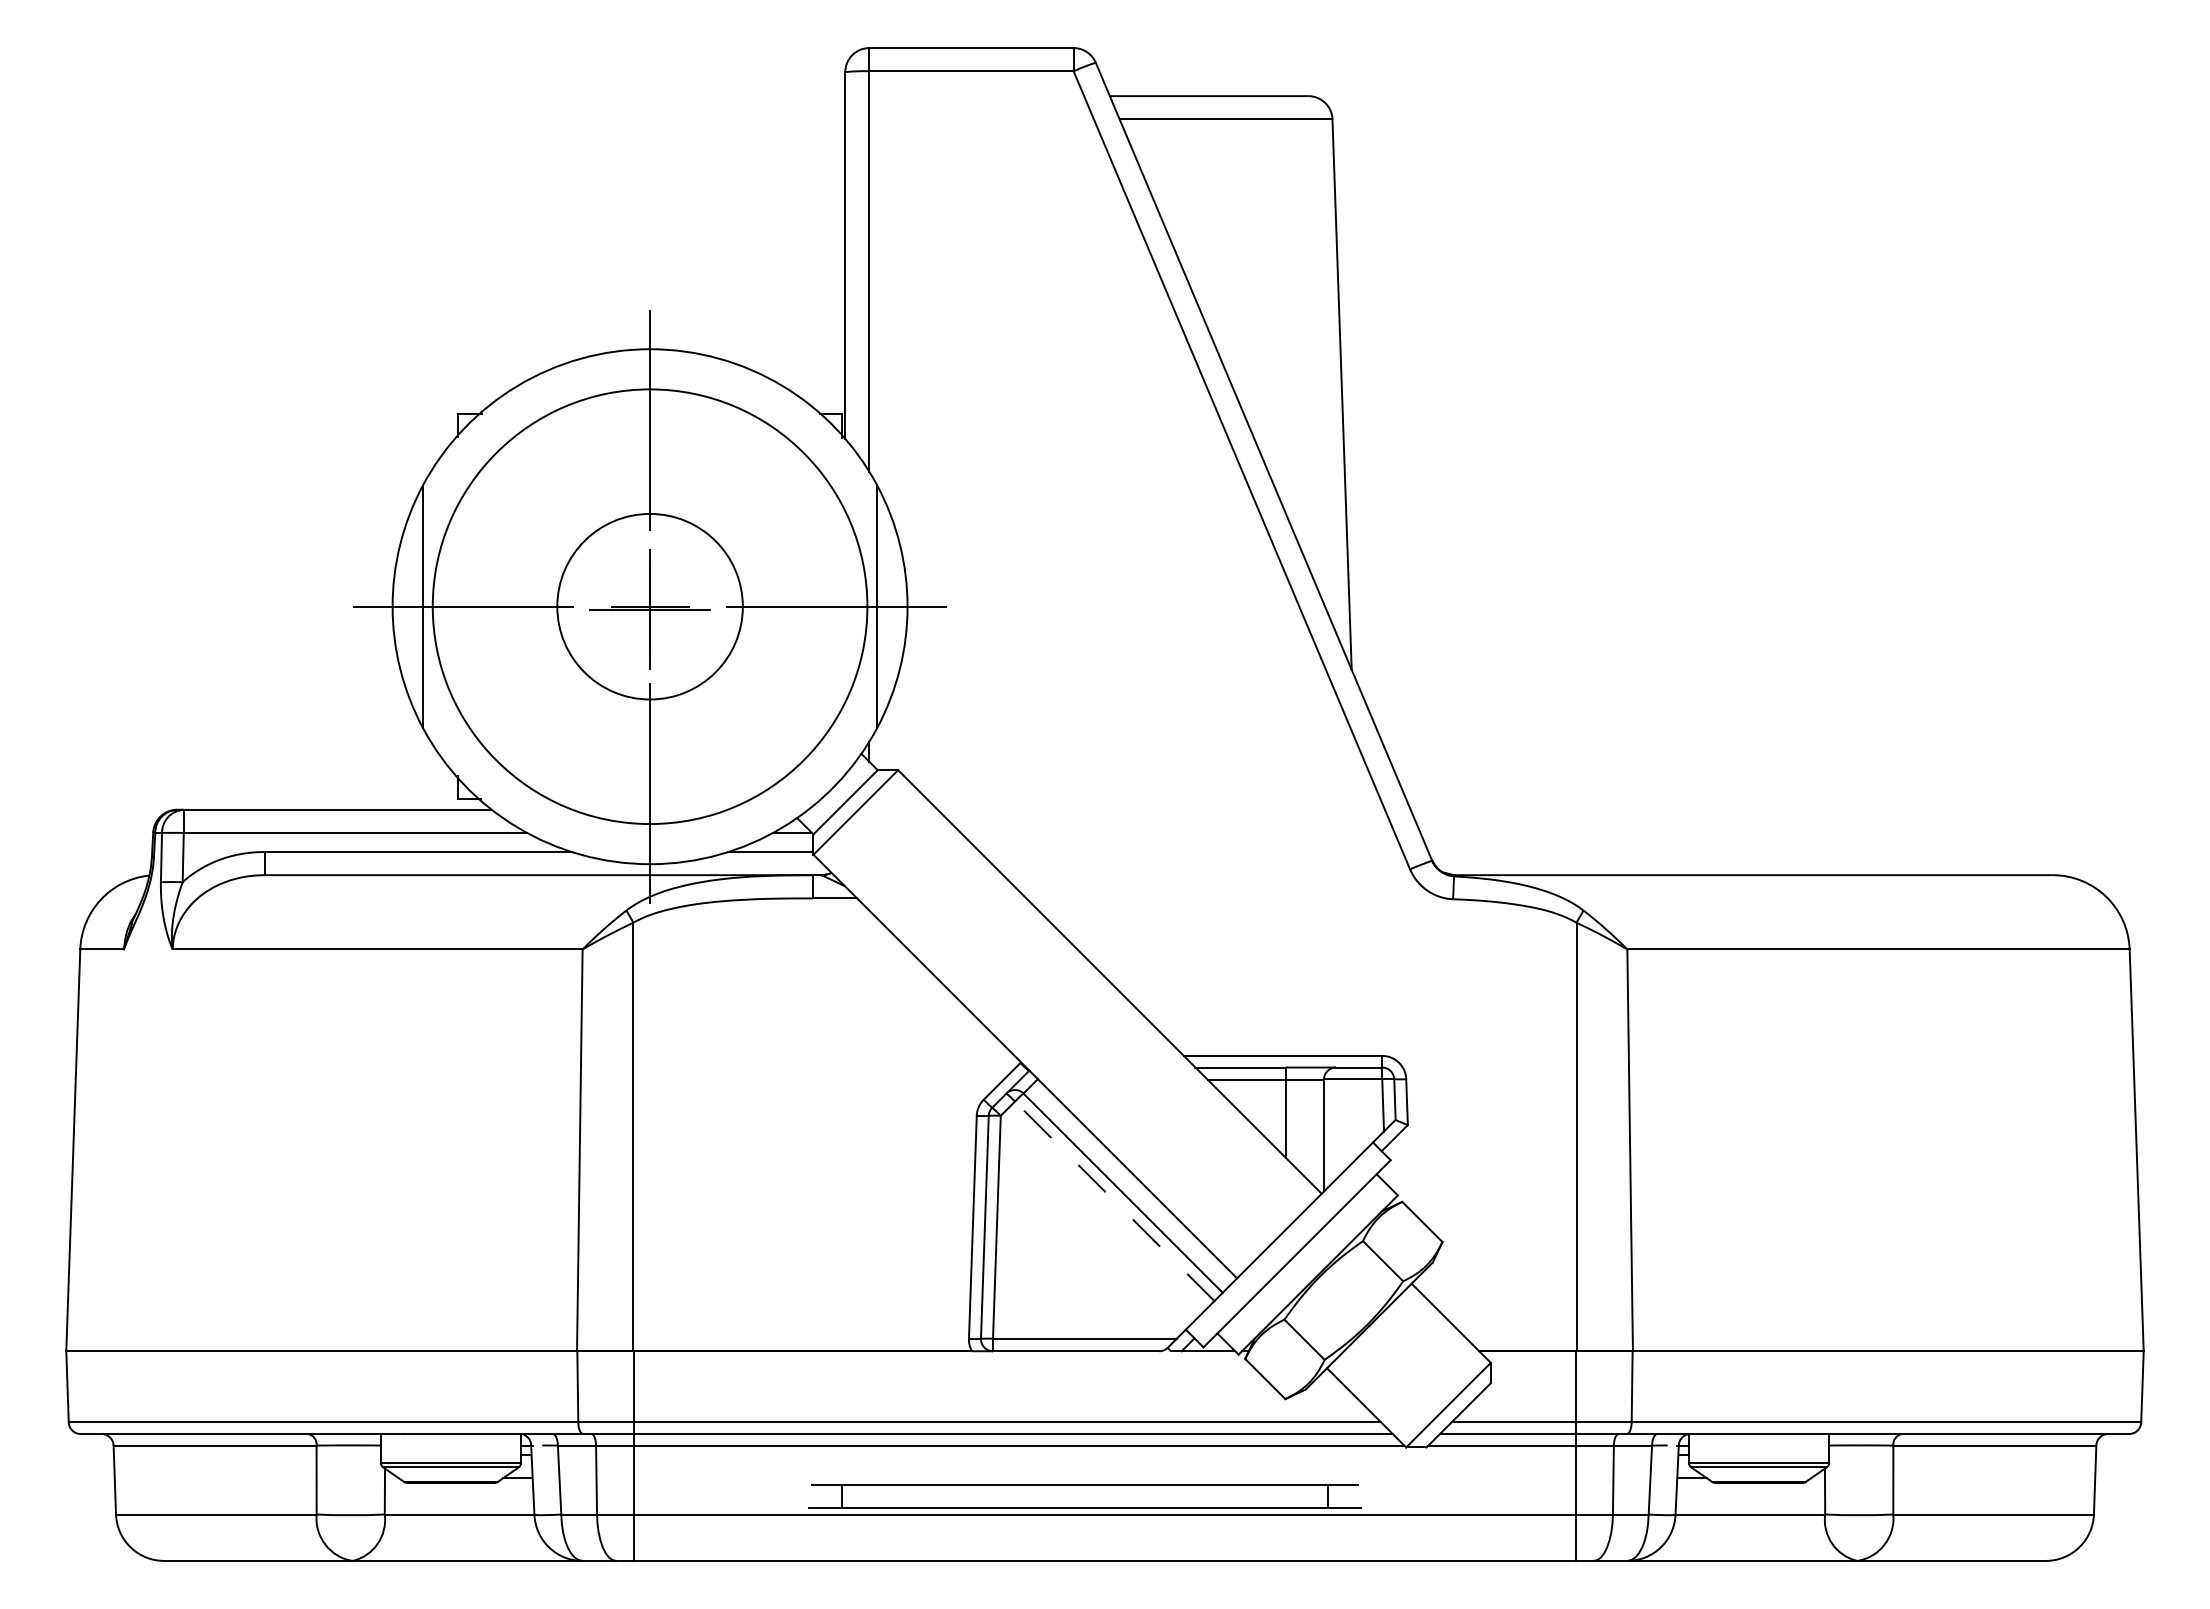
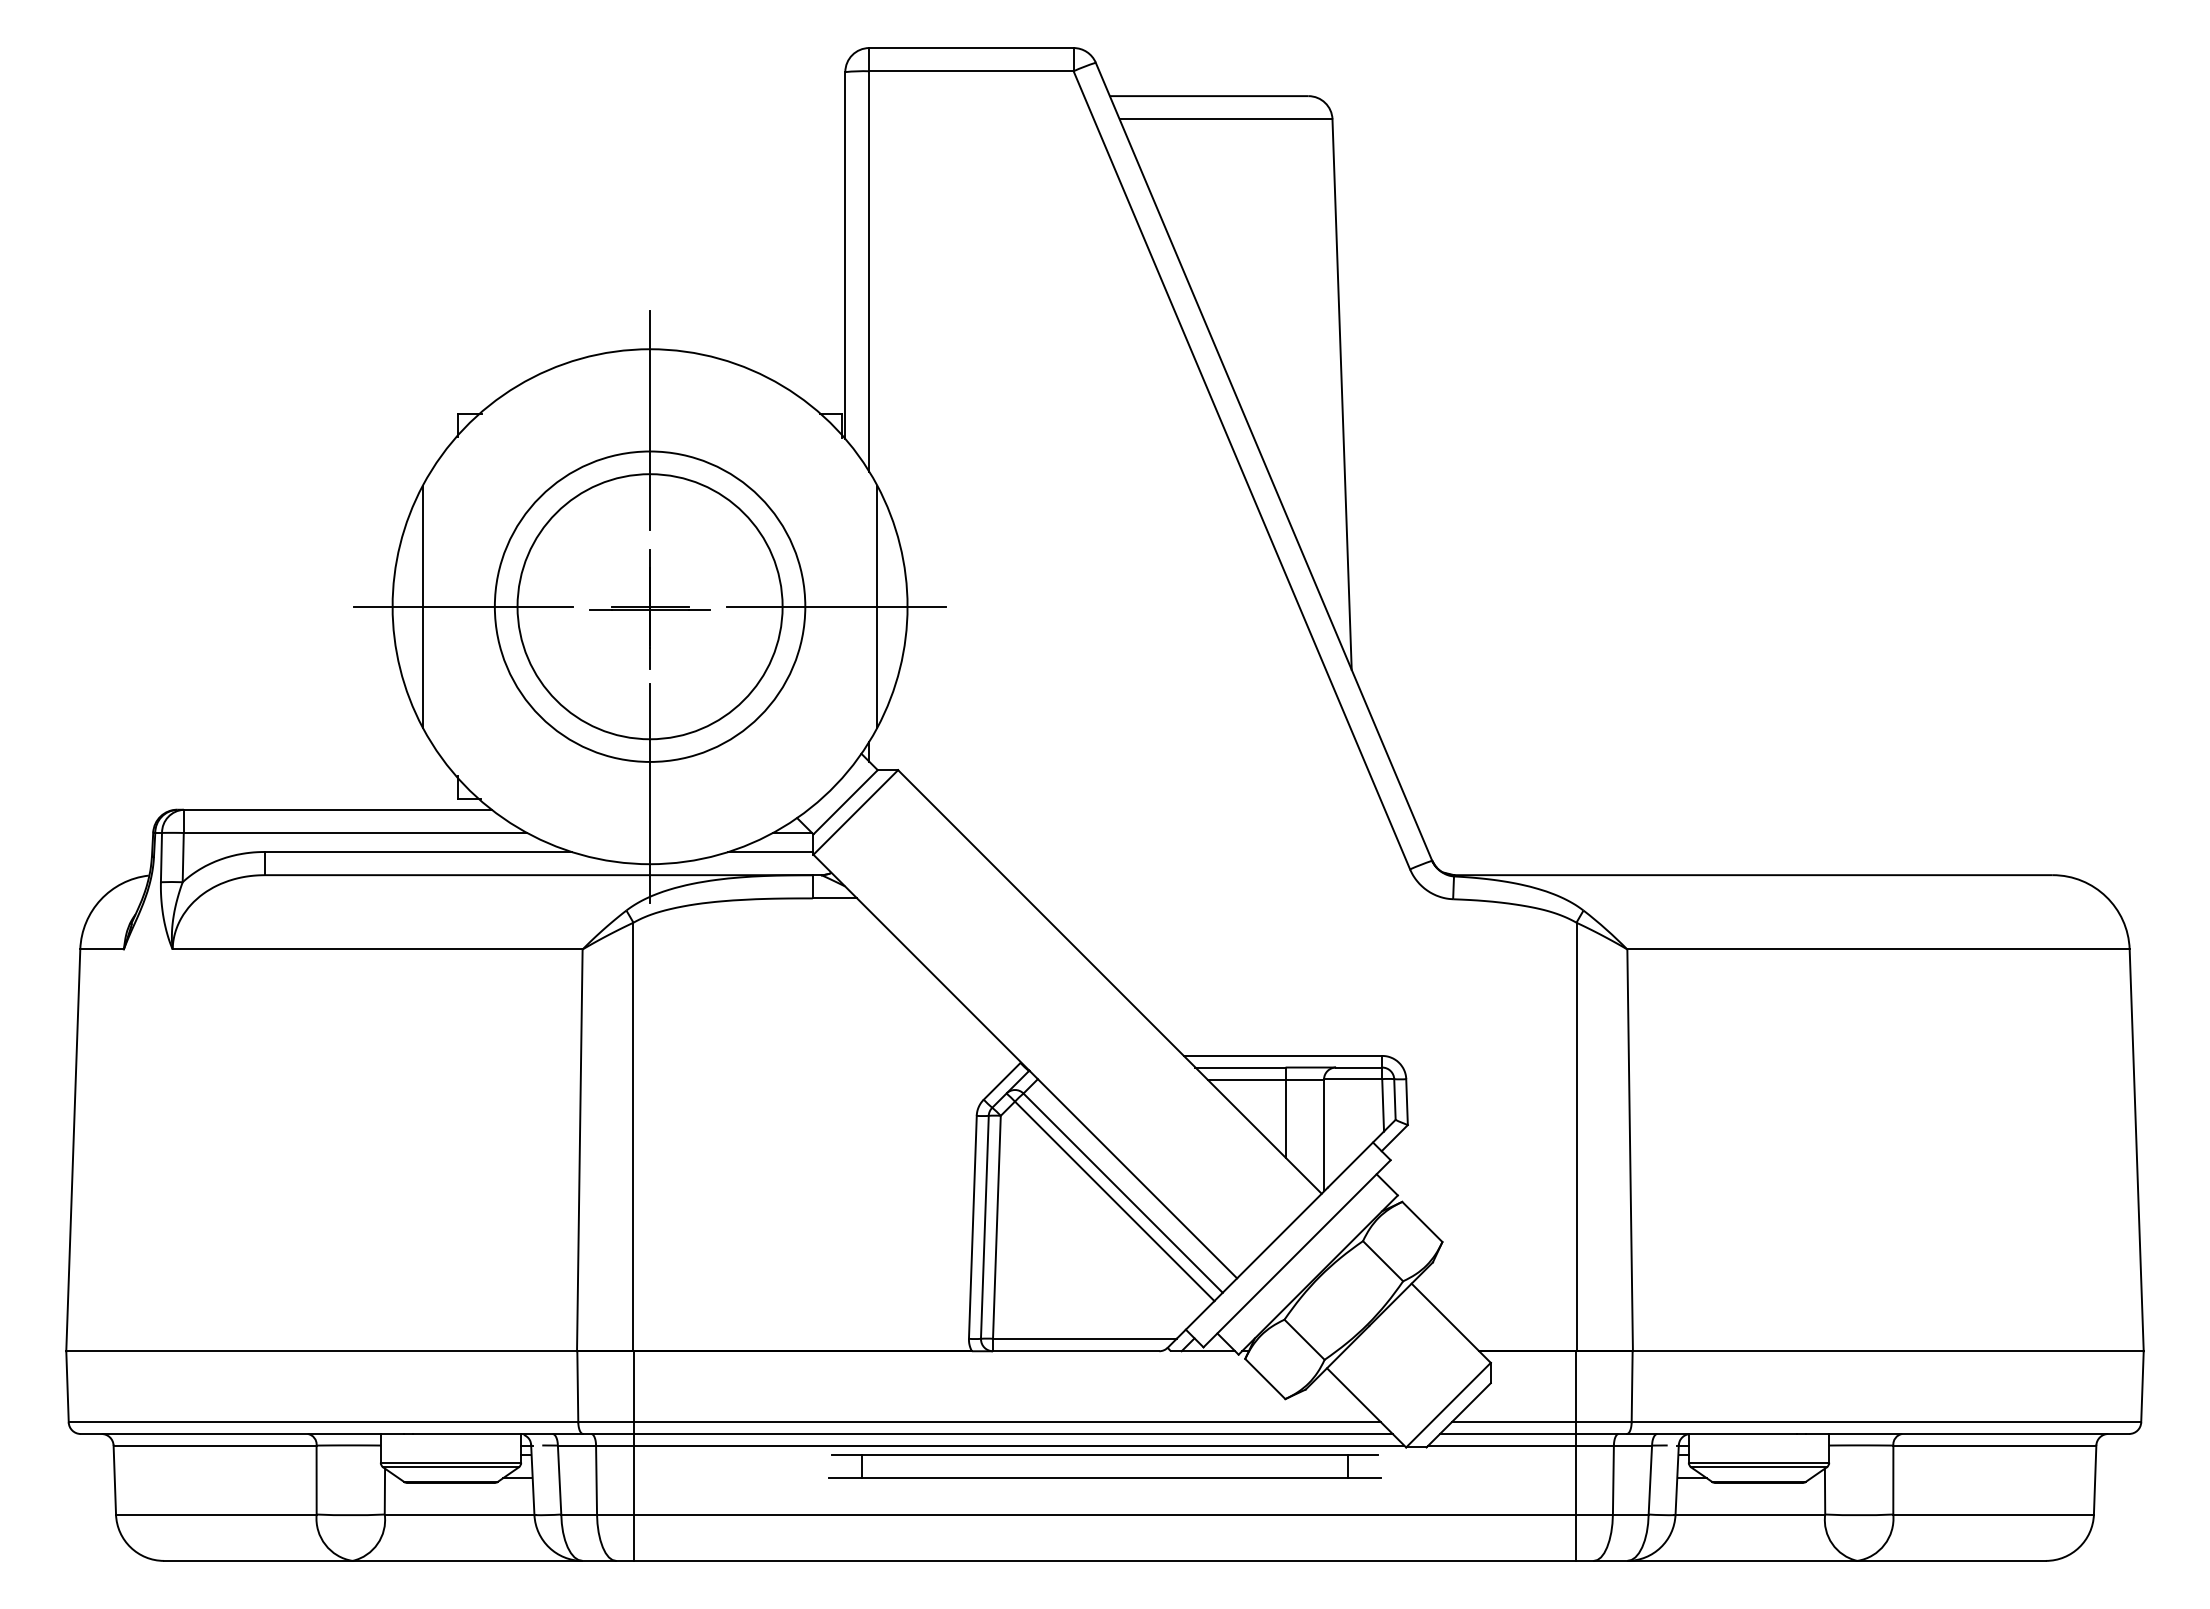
circle at (649, 606) diameter: 186 px -> 265 px
circle at (649, 606) diameter: 435 px -> 310 px
line at (1114, 1201): dashed -> solid
part at (1084, 1496) position: (1084, 1496) -> (1104, 1466)
